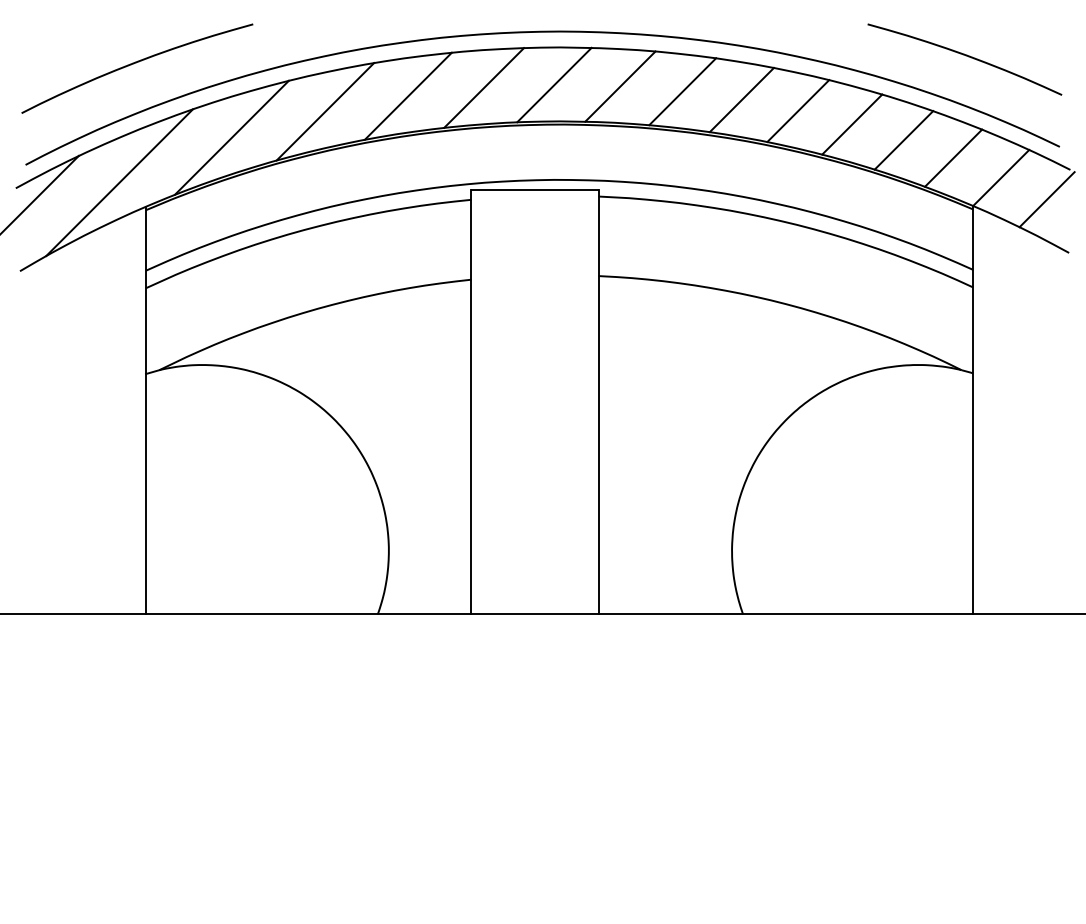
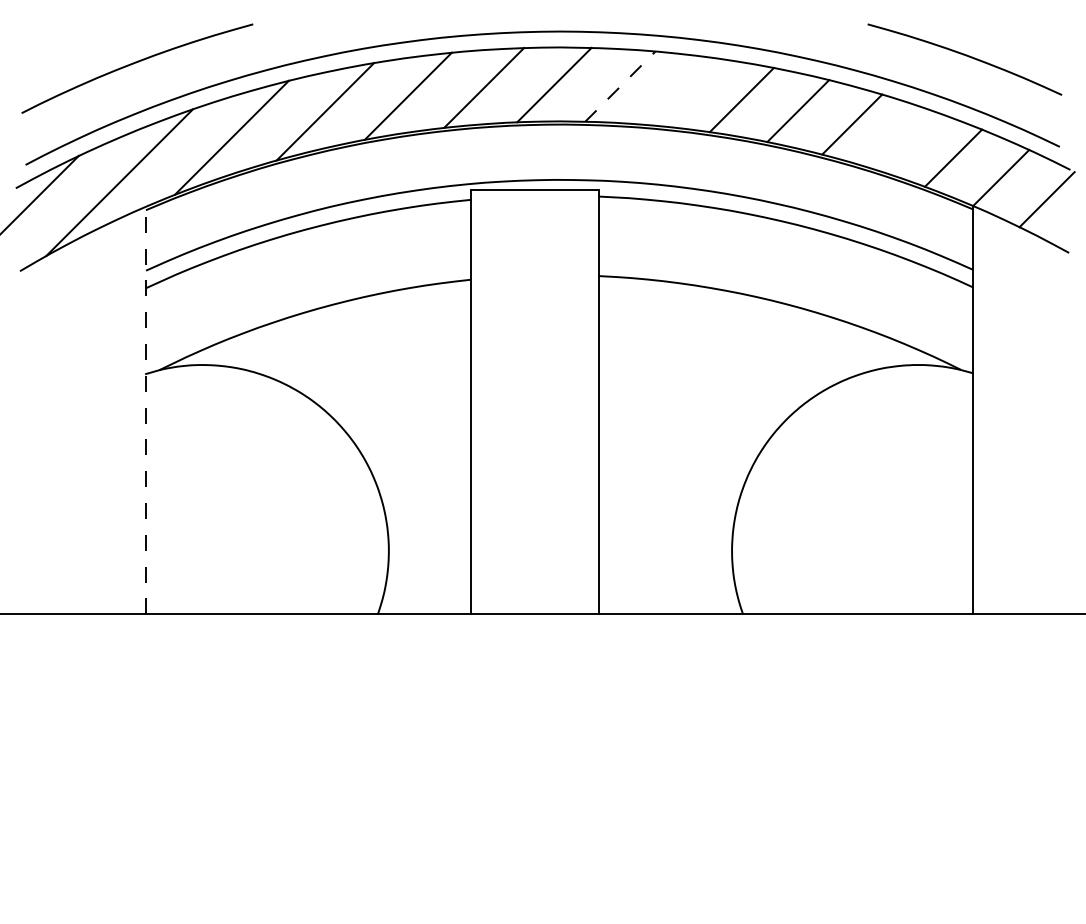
line at (620, 86): solid -> dashed
line at (682, 91): present -> none
line at (903, 140): present -> none
line at (146, 410): solid -> dashed
